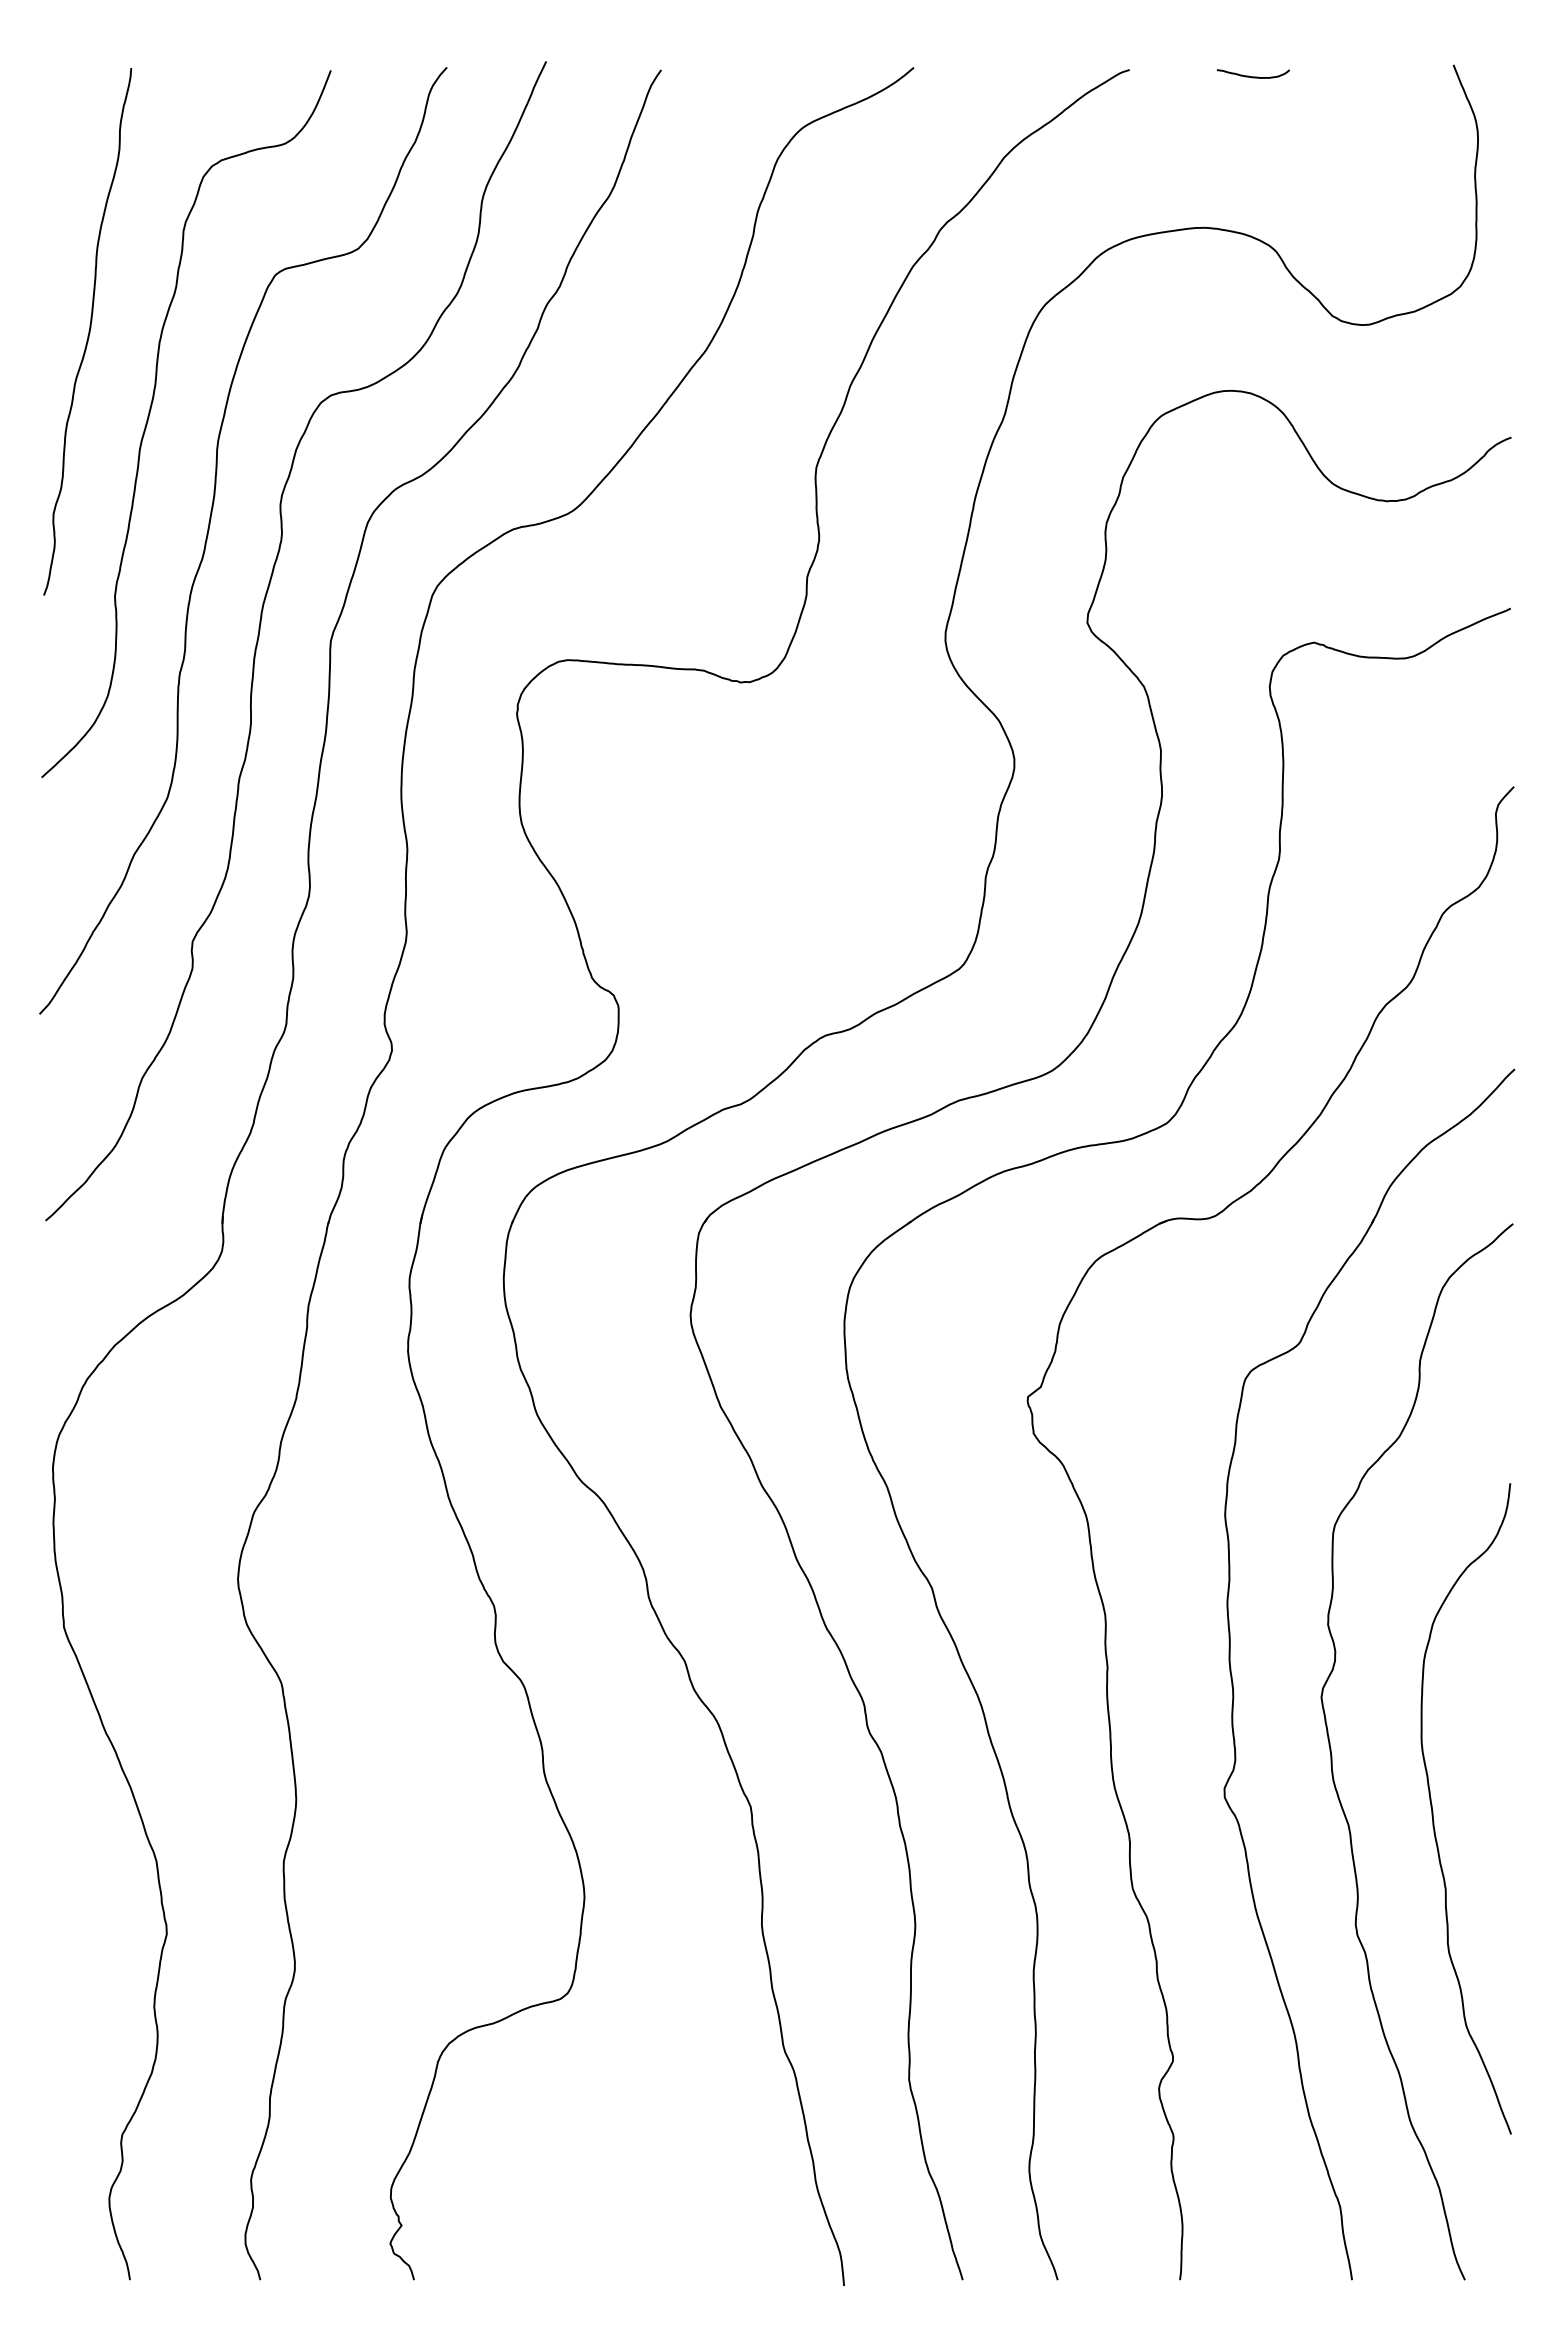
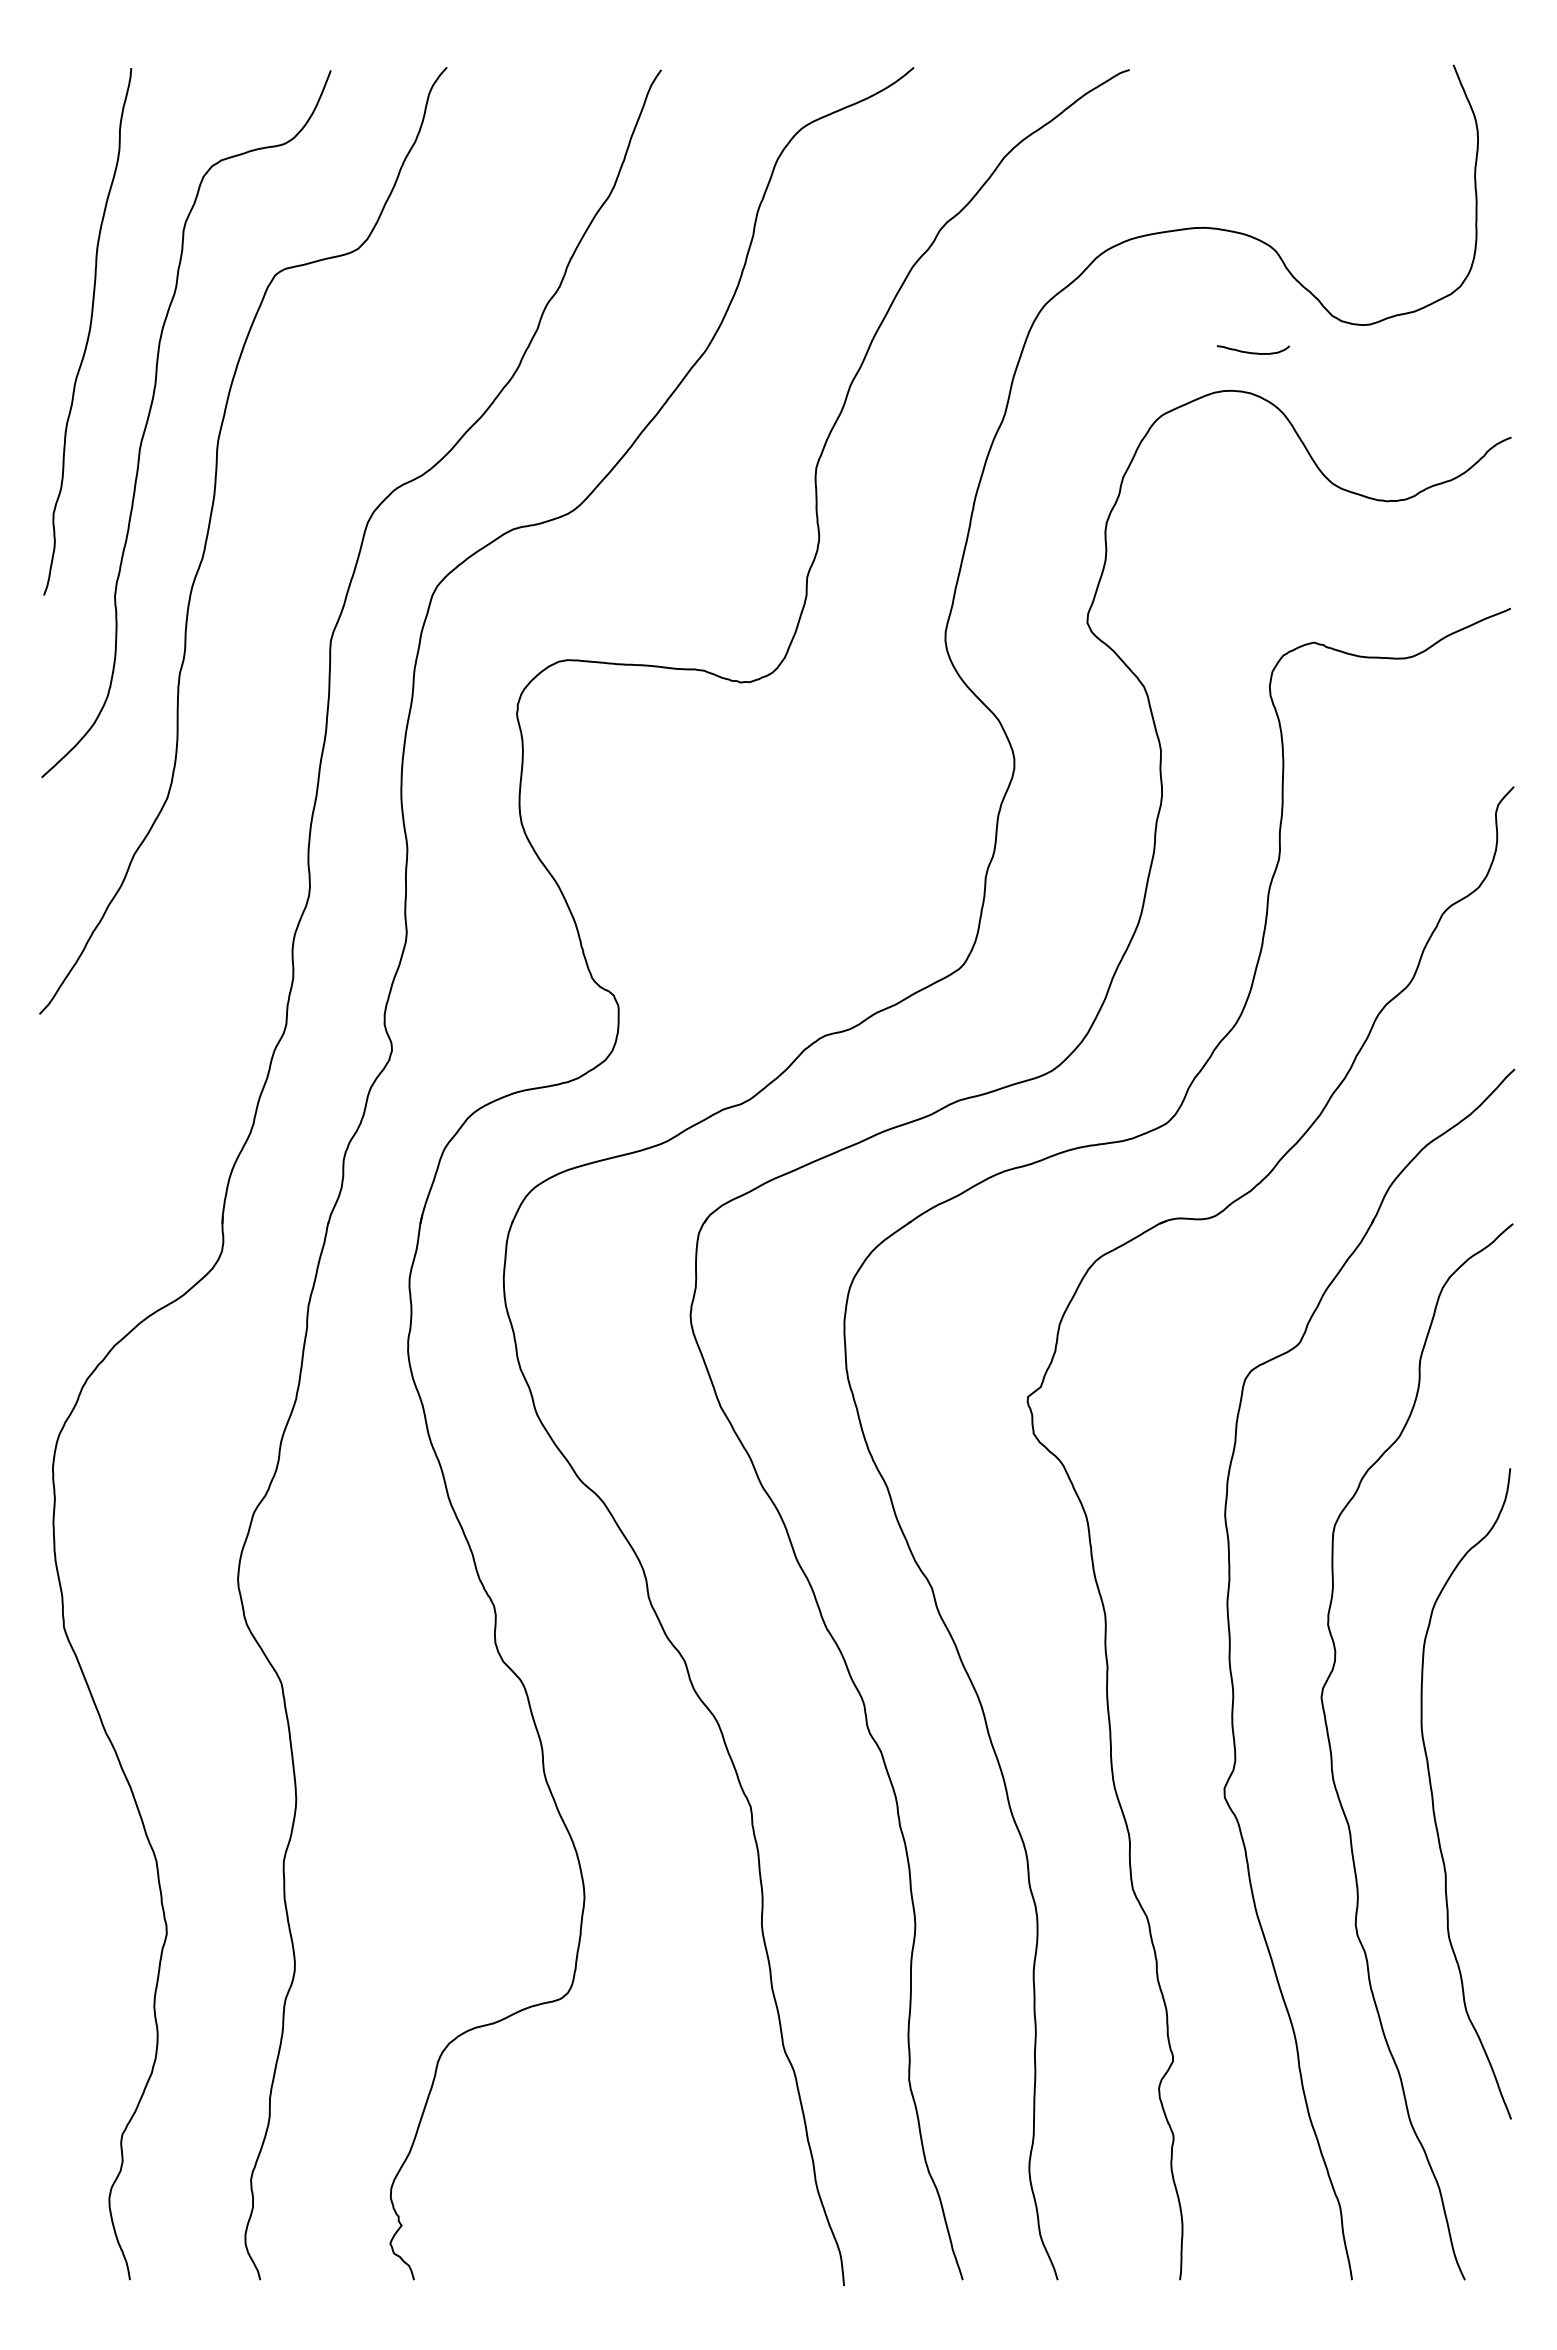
curve at (1253, 76) position: (1253, 76) -> (1253, 352)
curve at (259, 637): present -> none
curve at (1433, 1810) position: (1433, 1810) -> (1433, 1795)
